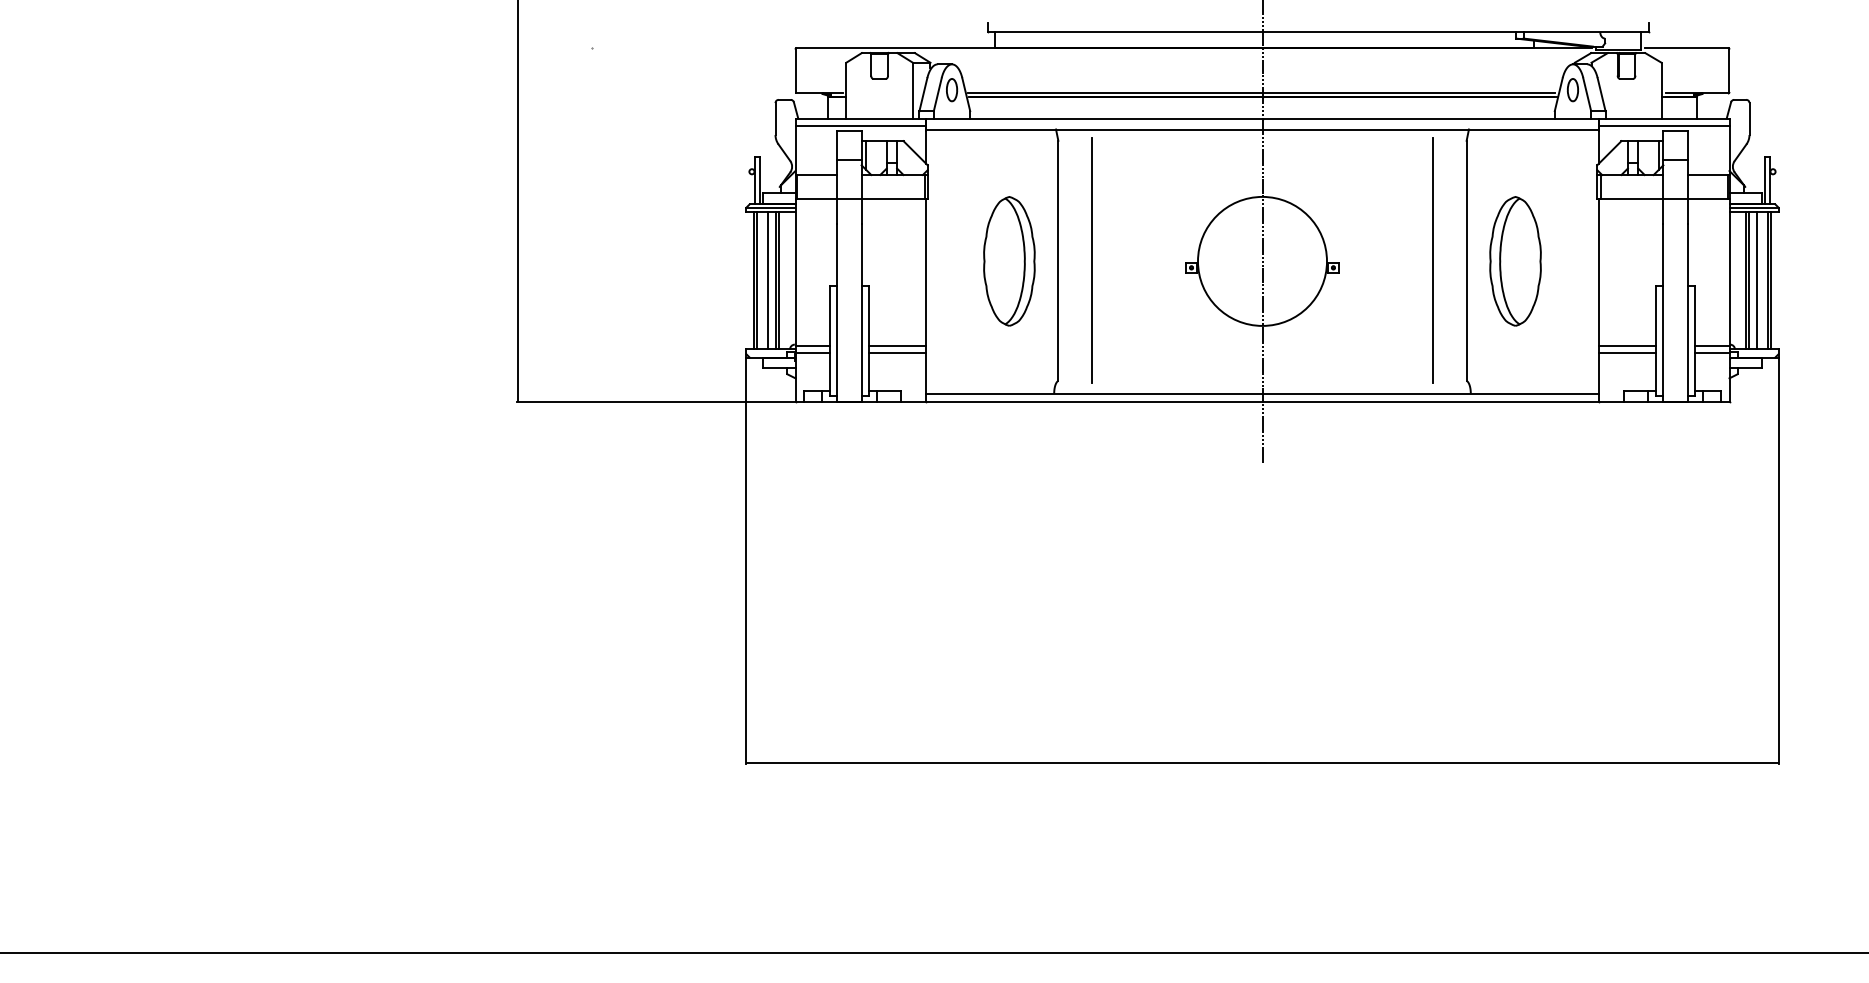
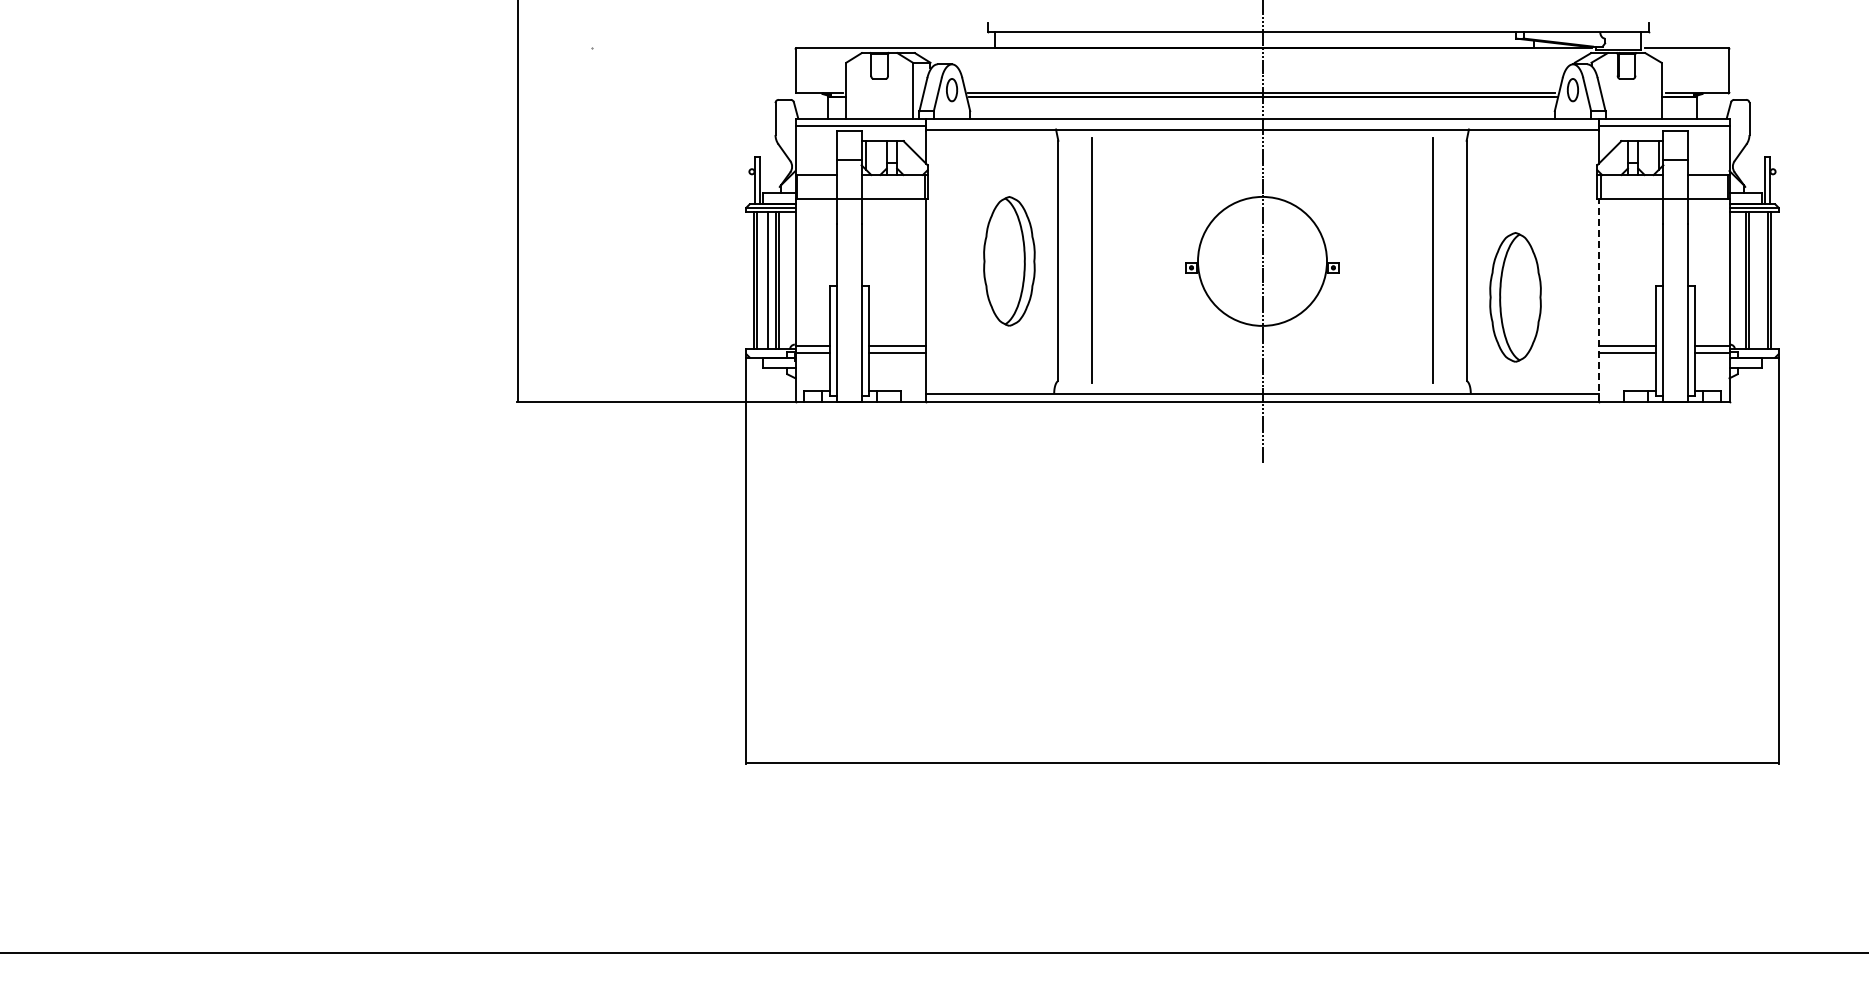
part at (1515, 261) position: (1515, 261) -> (1515, 297)
line at (1757, 280): present -> none
line at (1598, 299): solid -> dashed
